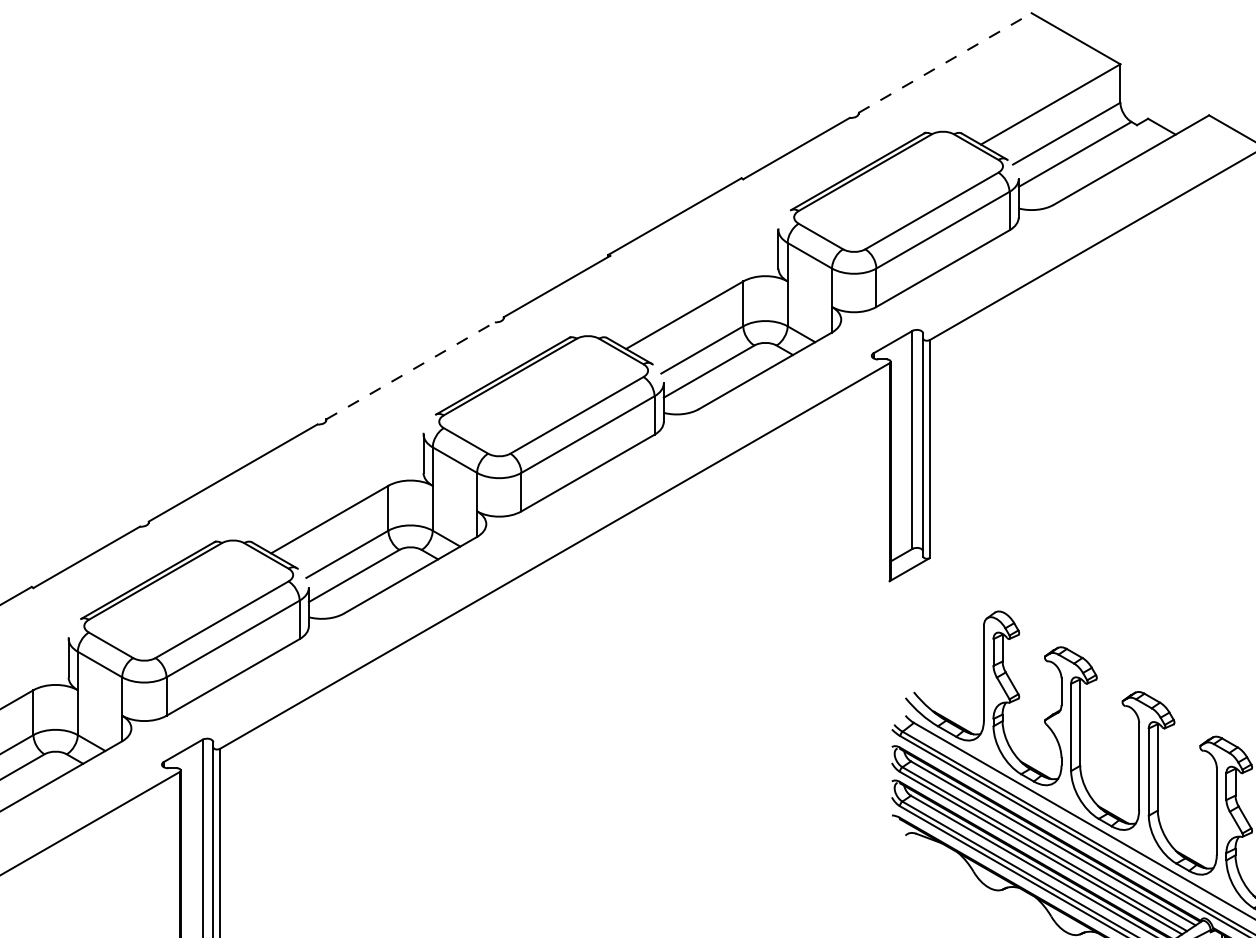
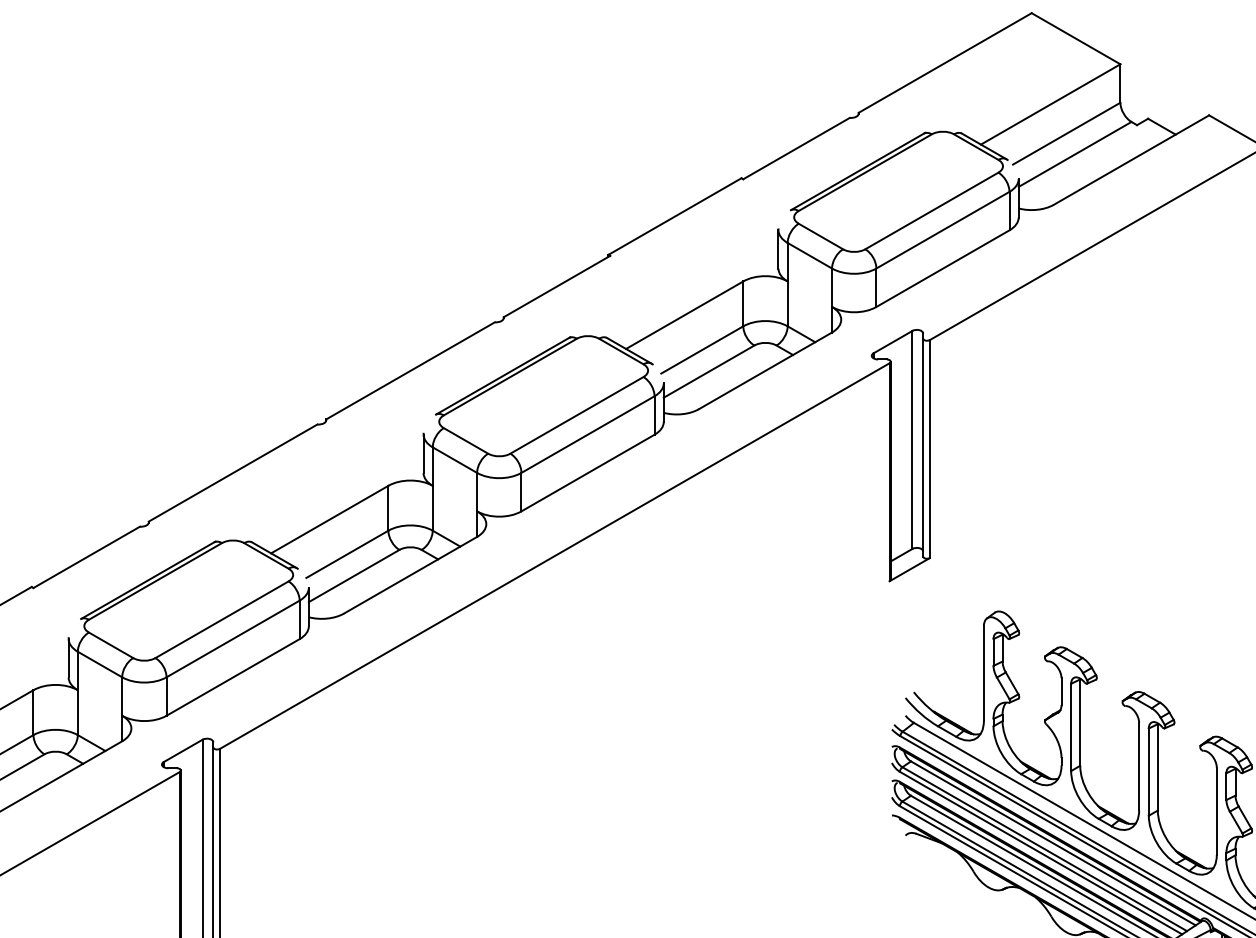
line at (945, 63): dashed -> solid
line at (411, 370): dashed -> solid
